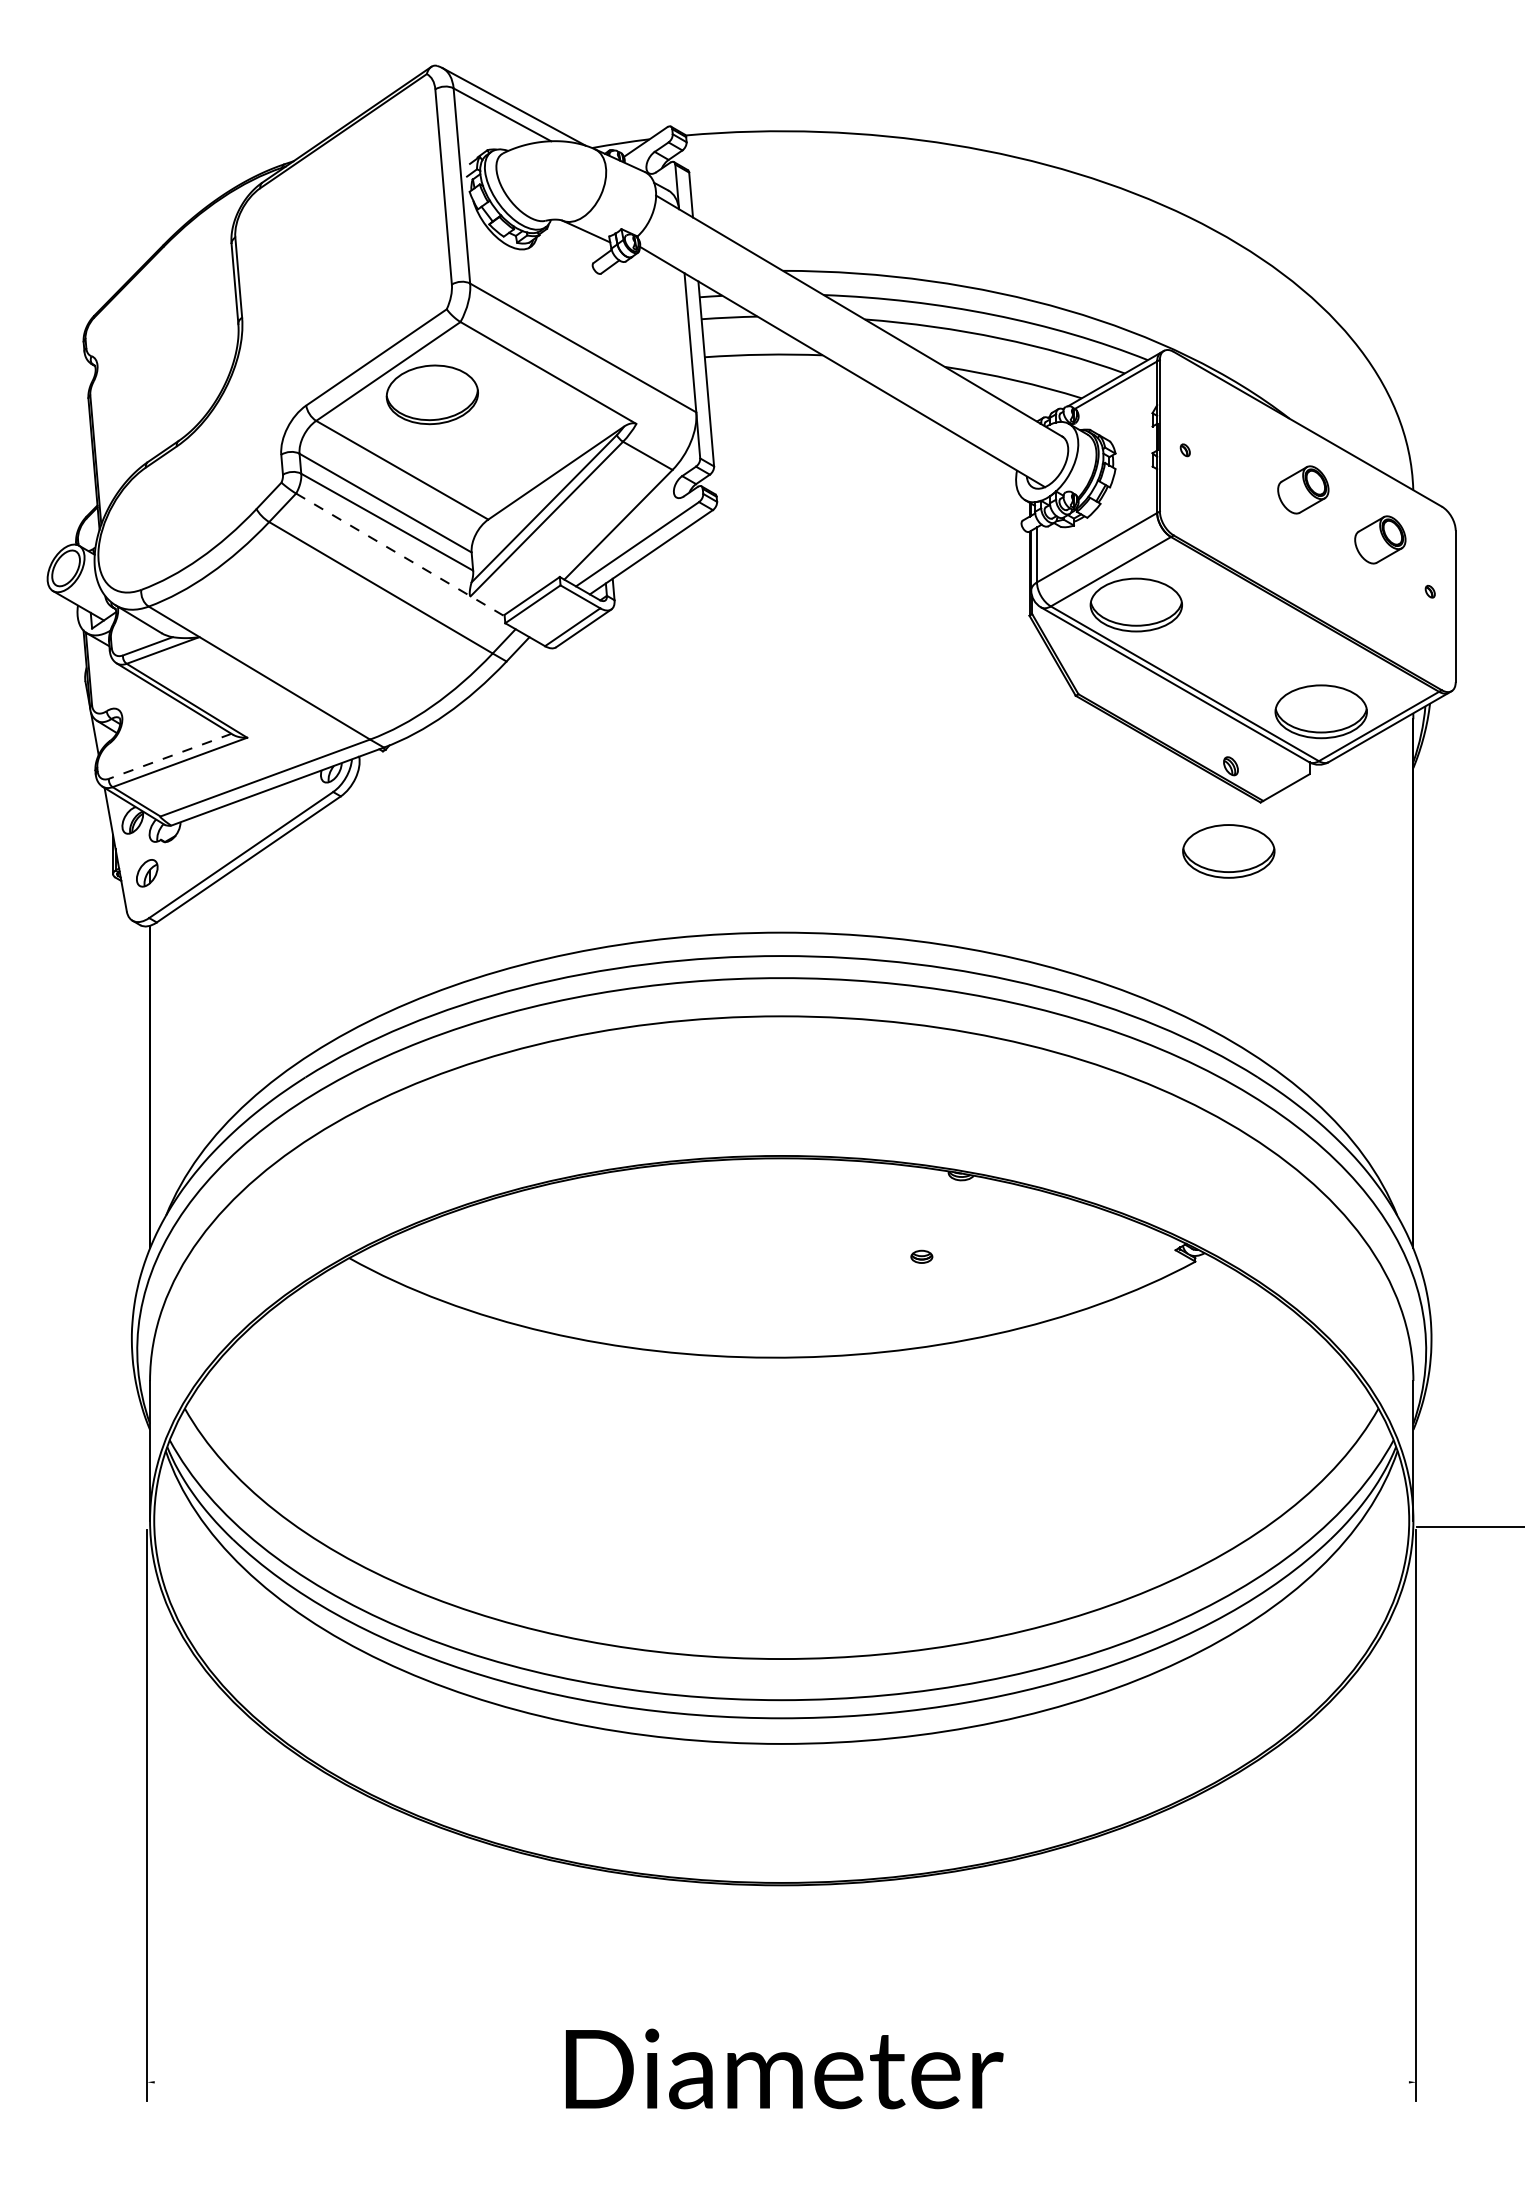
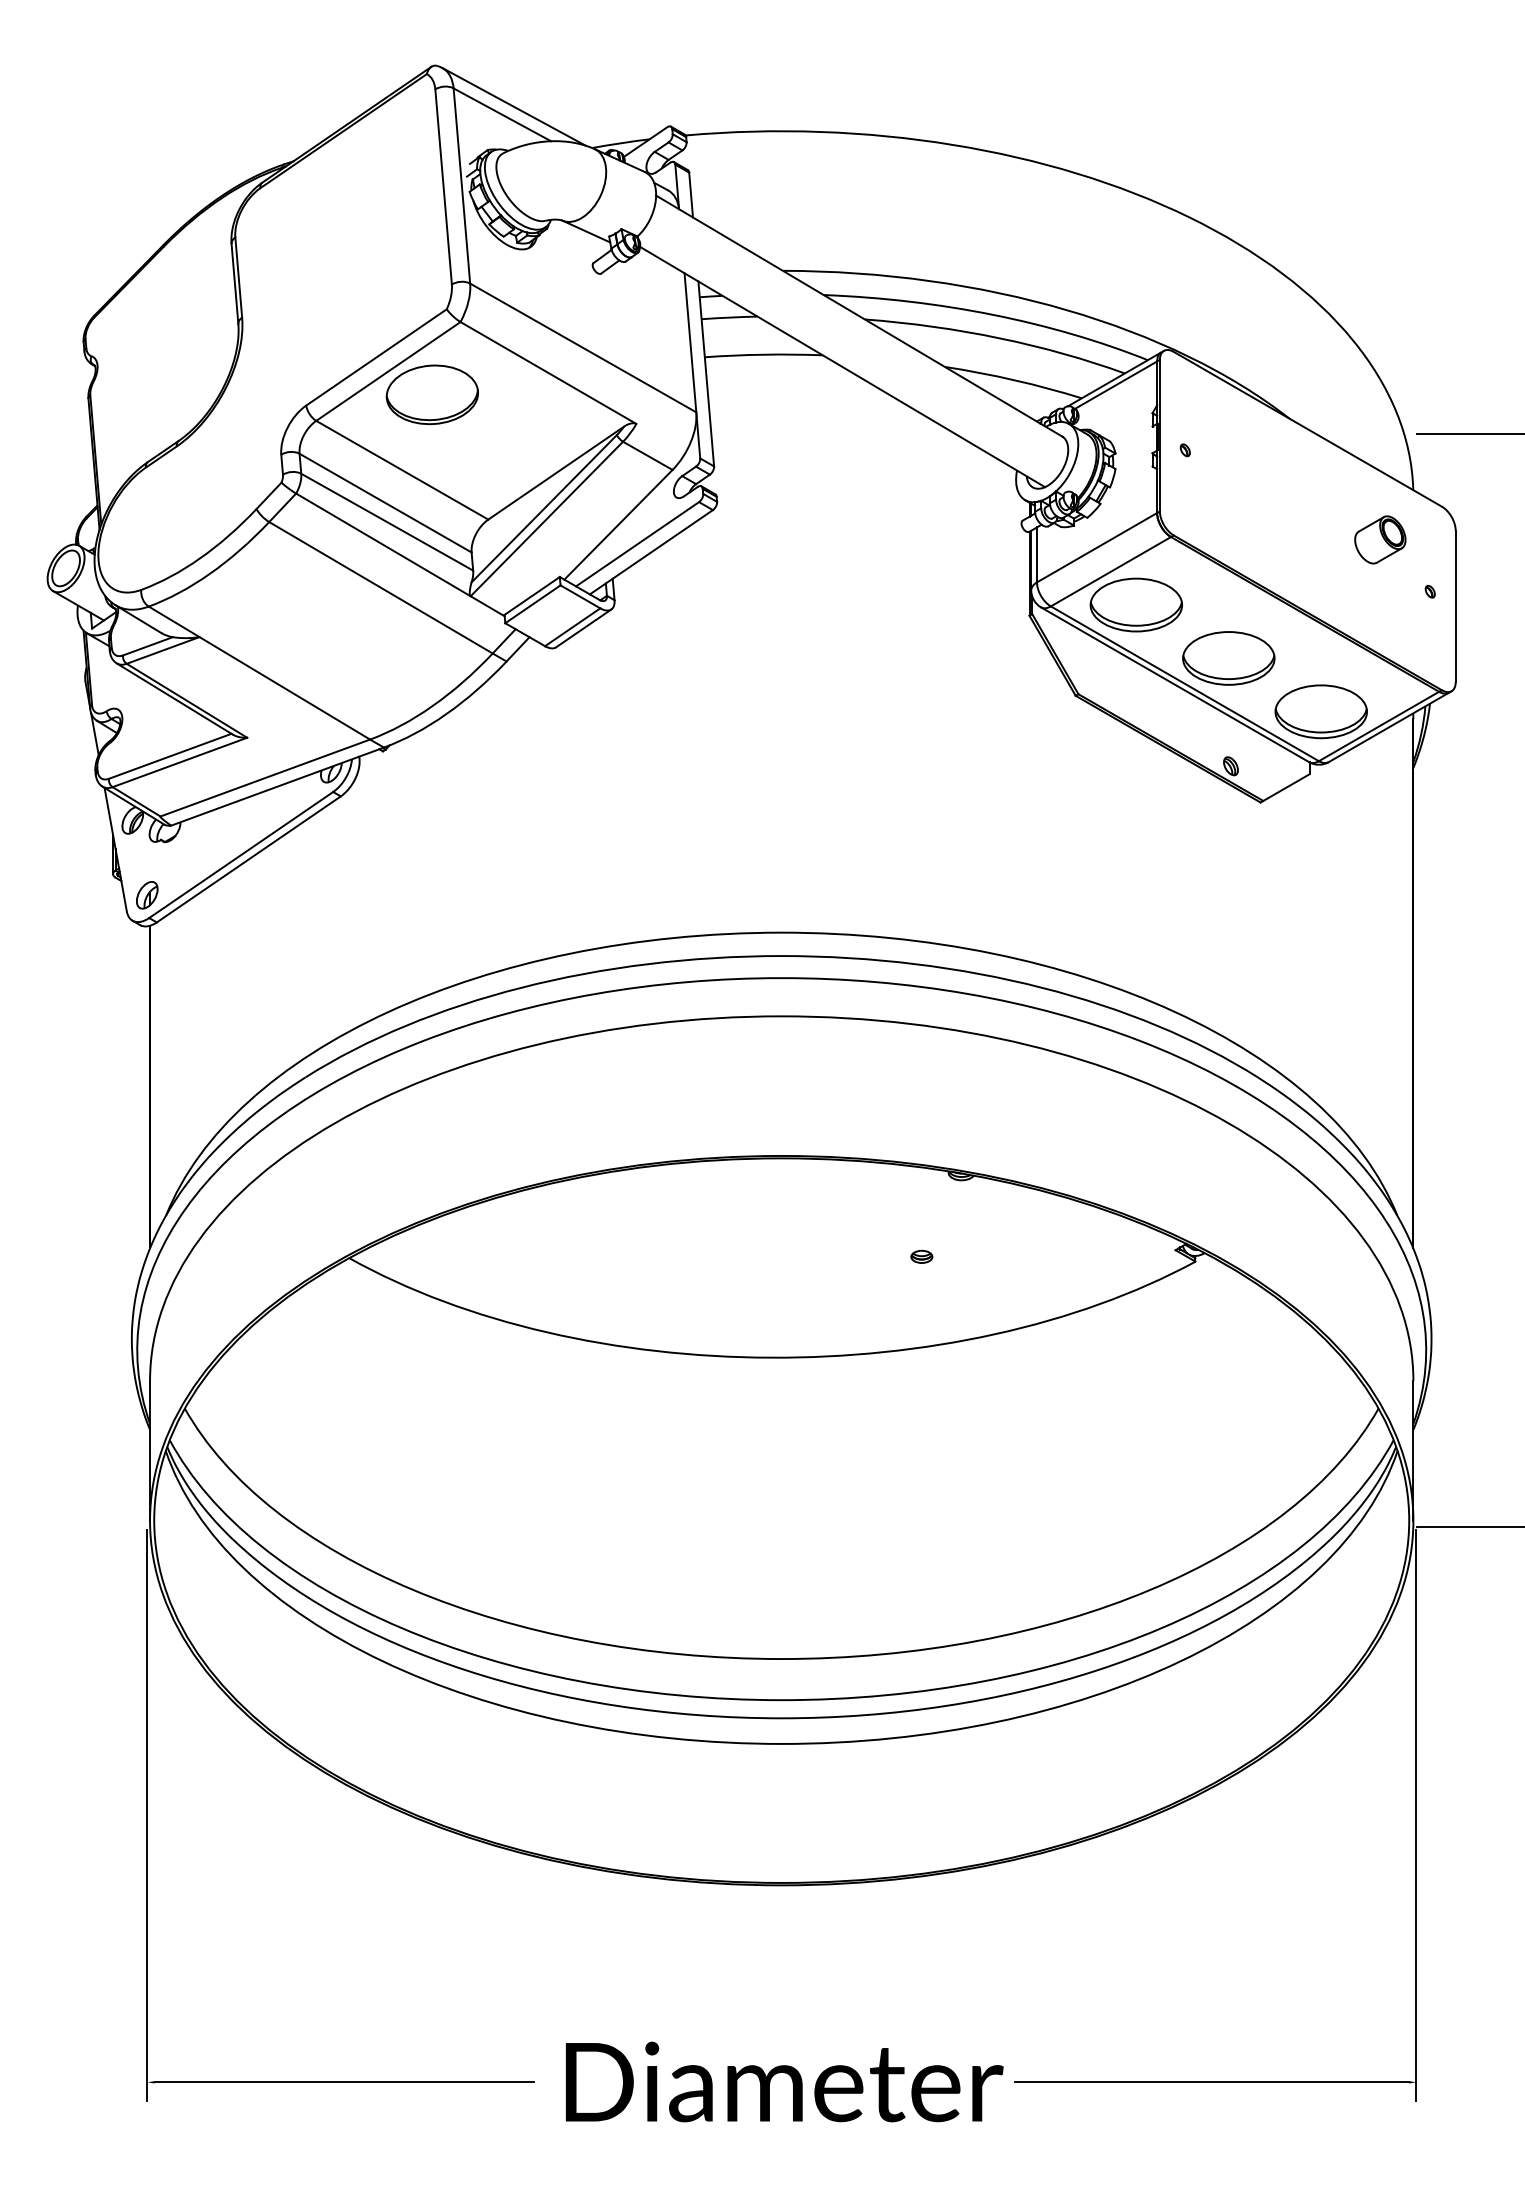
line at (1468, 433): none -> present
part at (1303, 489): present -> none
line at (400, 554): dashed -> solid
line at (169, 756): dashed -> solid
part at (1228, 851) position: (1228, 851) -> (1228, 658)
part at (147, 873) position: (147, 873) -> (147, 895)
text at (784, 2068) position: (784, 2068) -> (784, 2081)
line at (343, 2082): none -> present
line at (1211, 2082): none -> present
